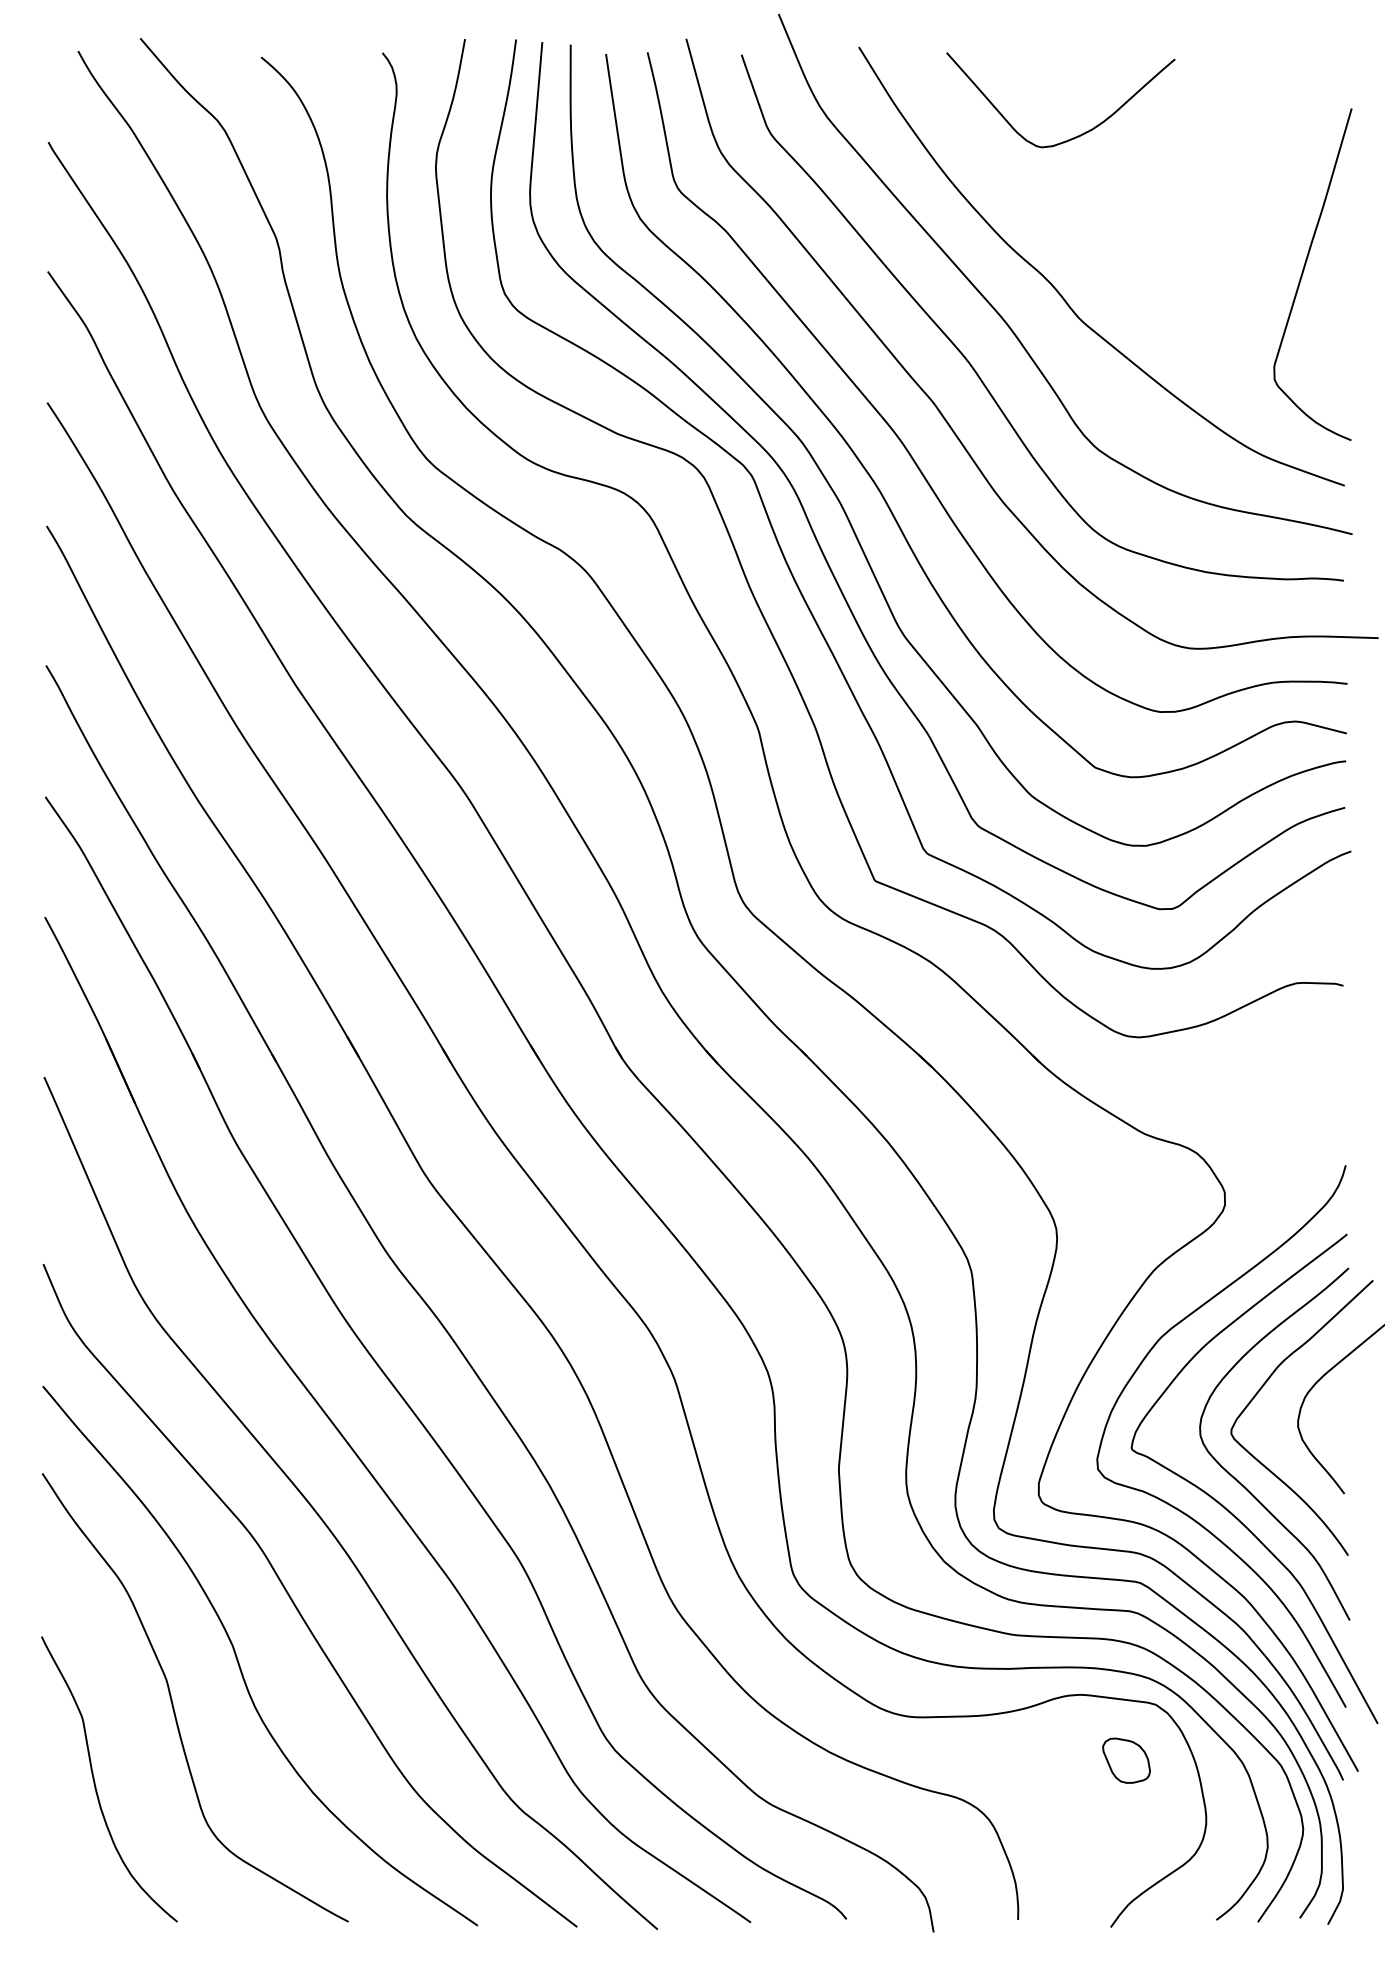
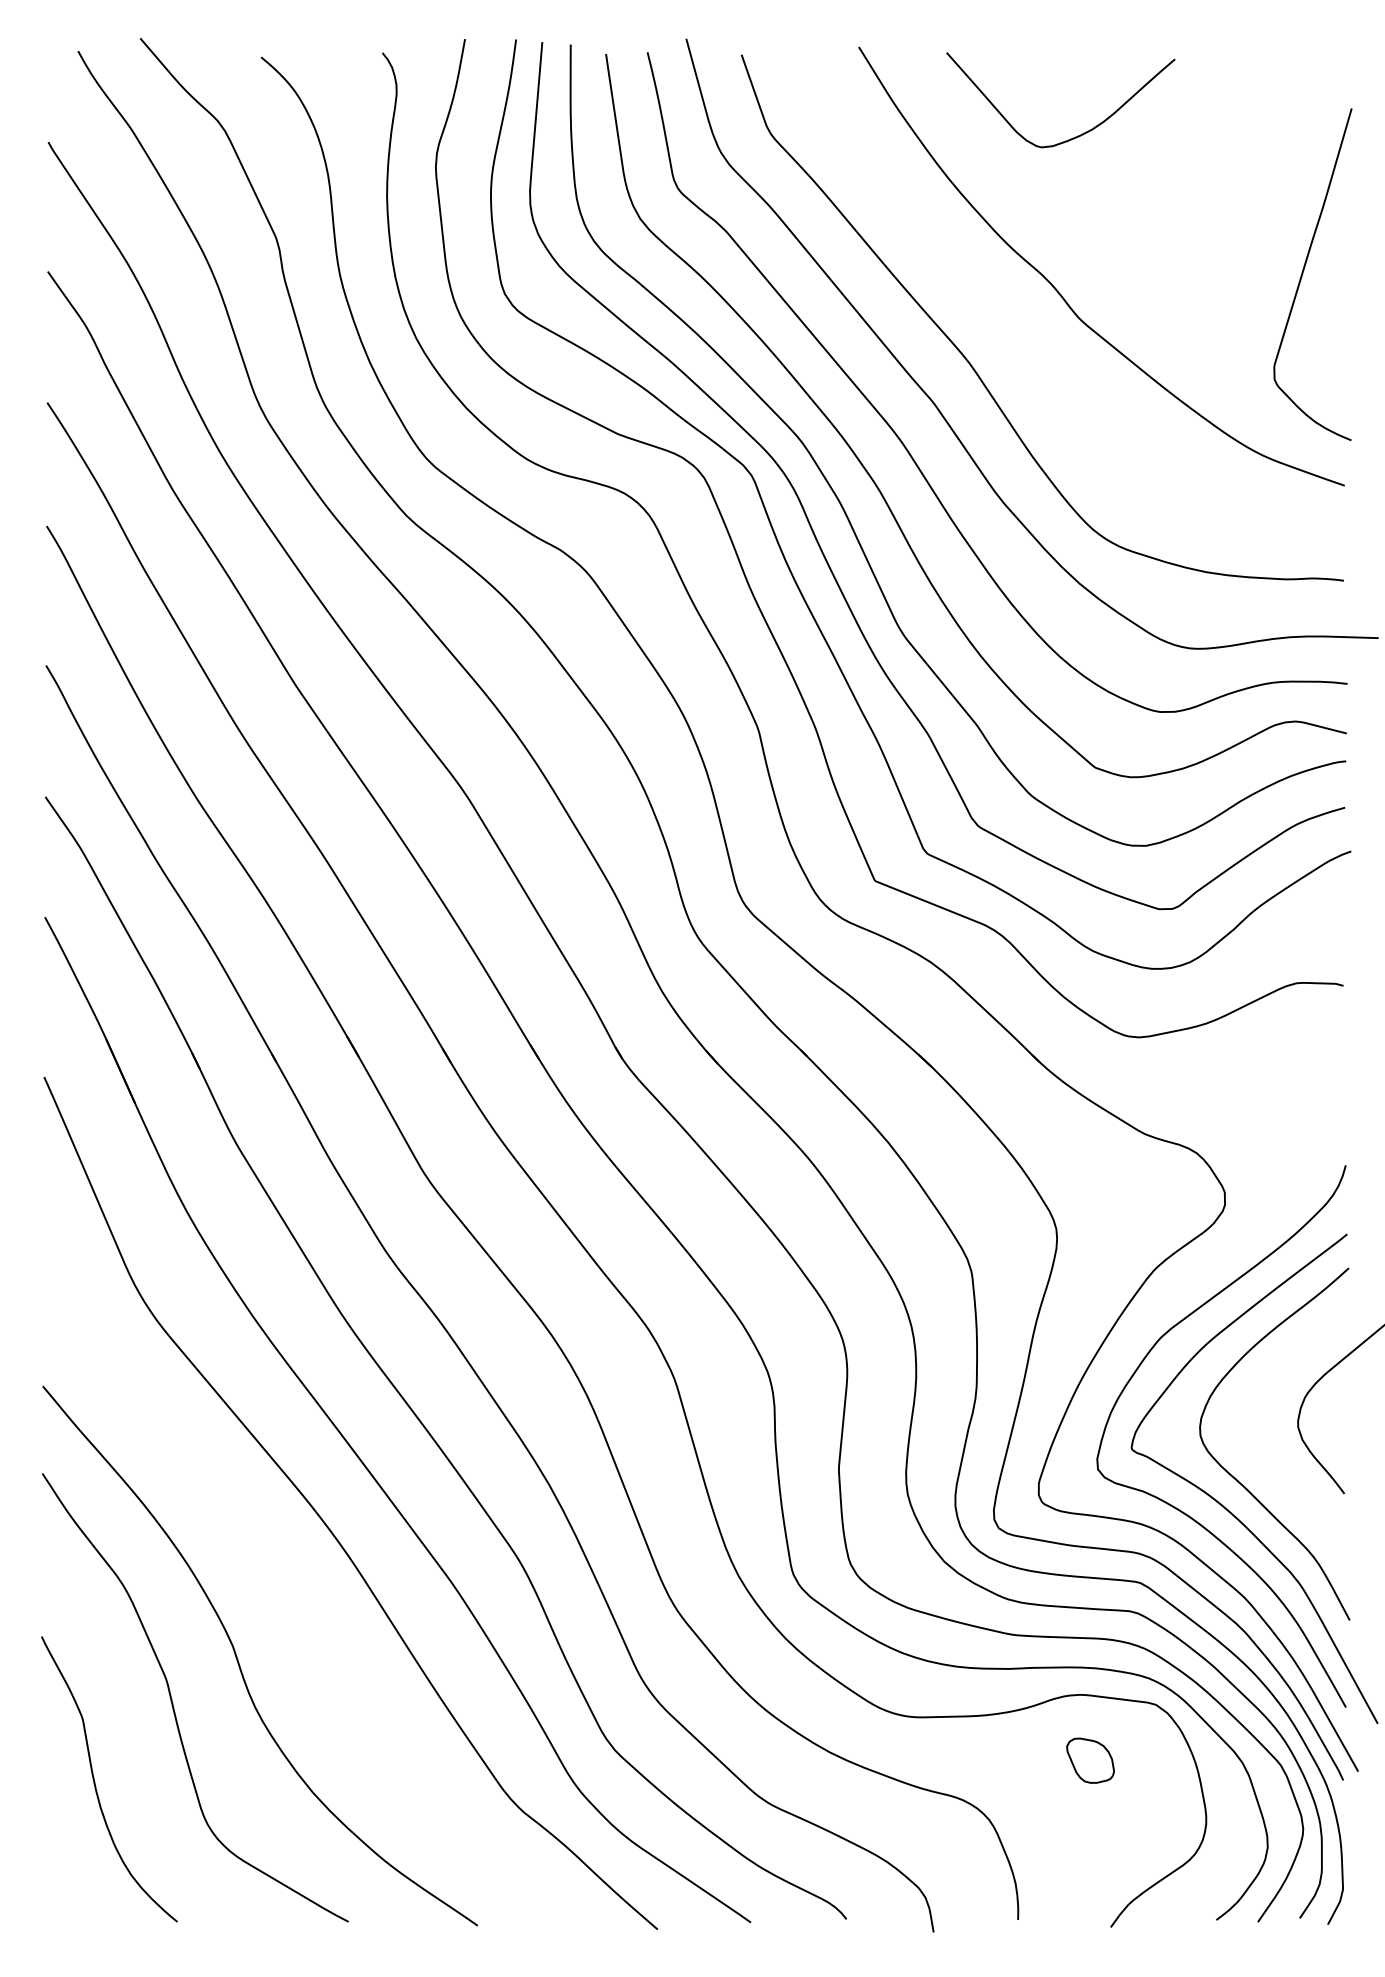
curve at (1006, 321): present -> none
curve at (1262, 1388): present -> none
curve at (296, 1605): present -> none
part at (1126, 1760) position: (1126, 1760) -> (1090, 1760)
